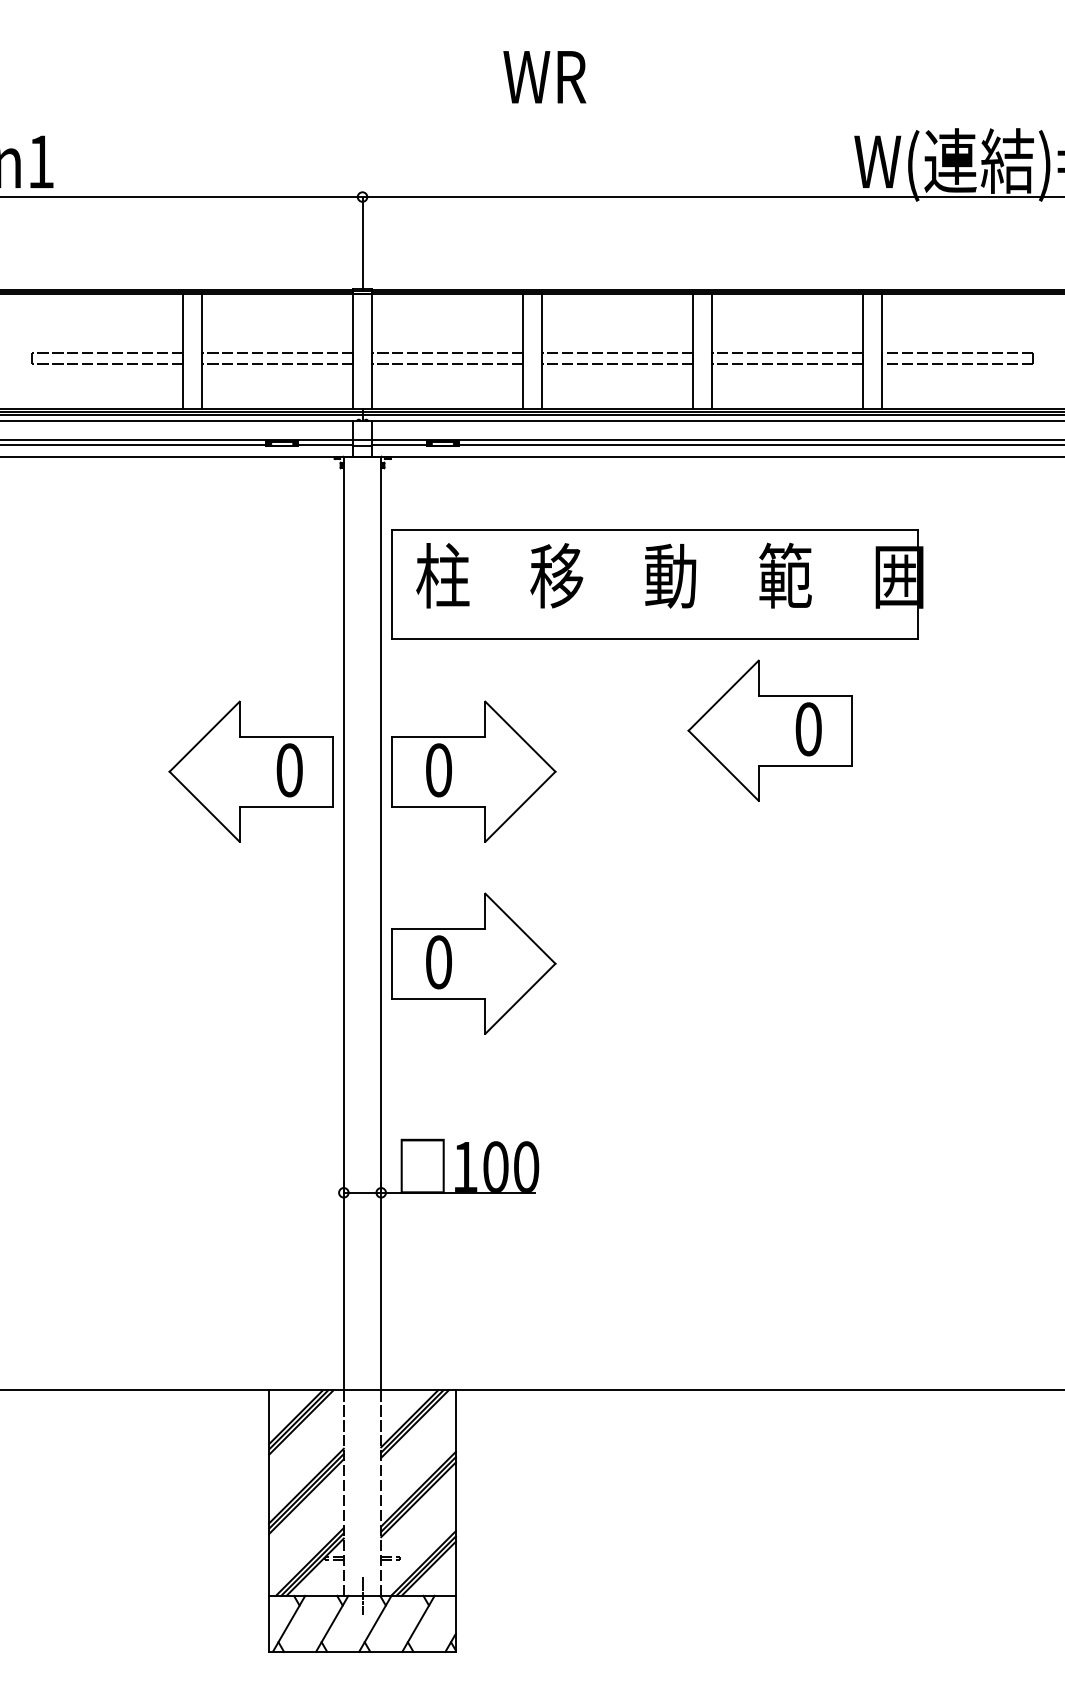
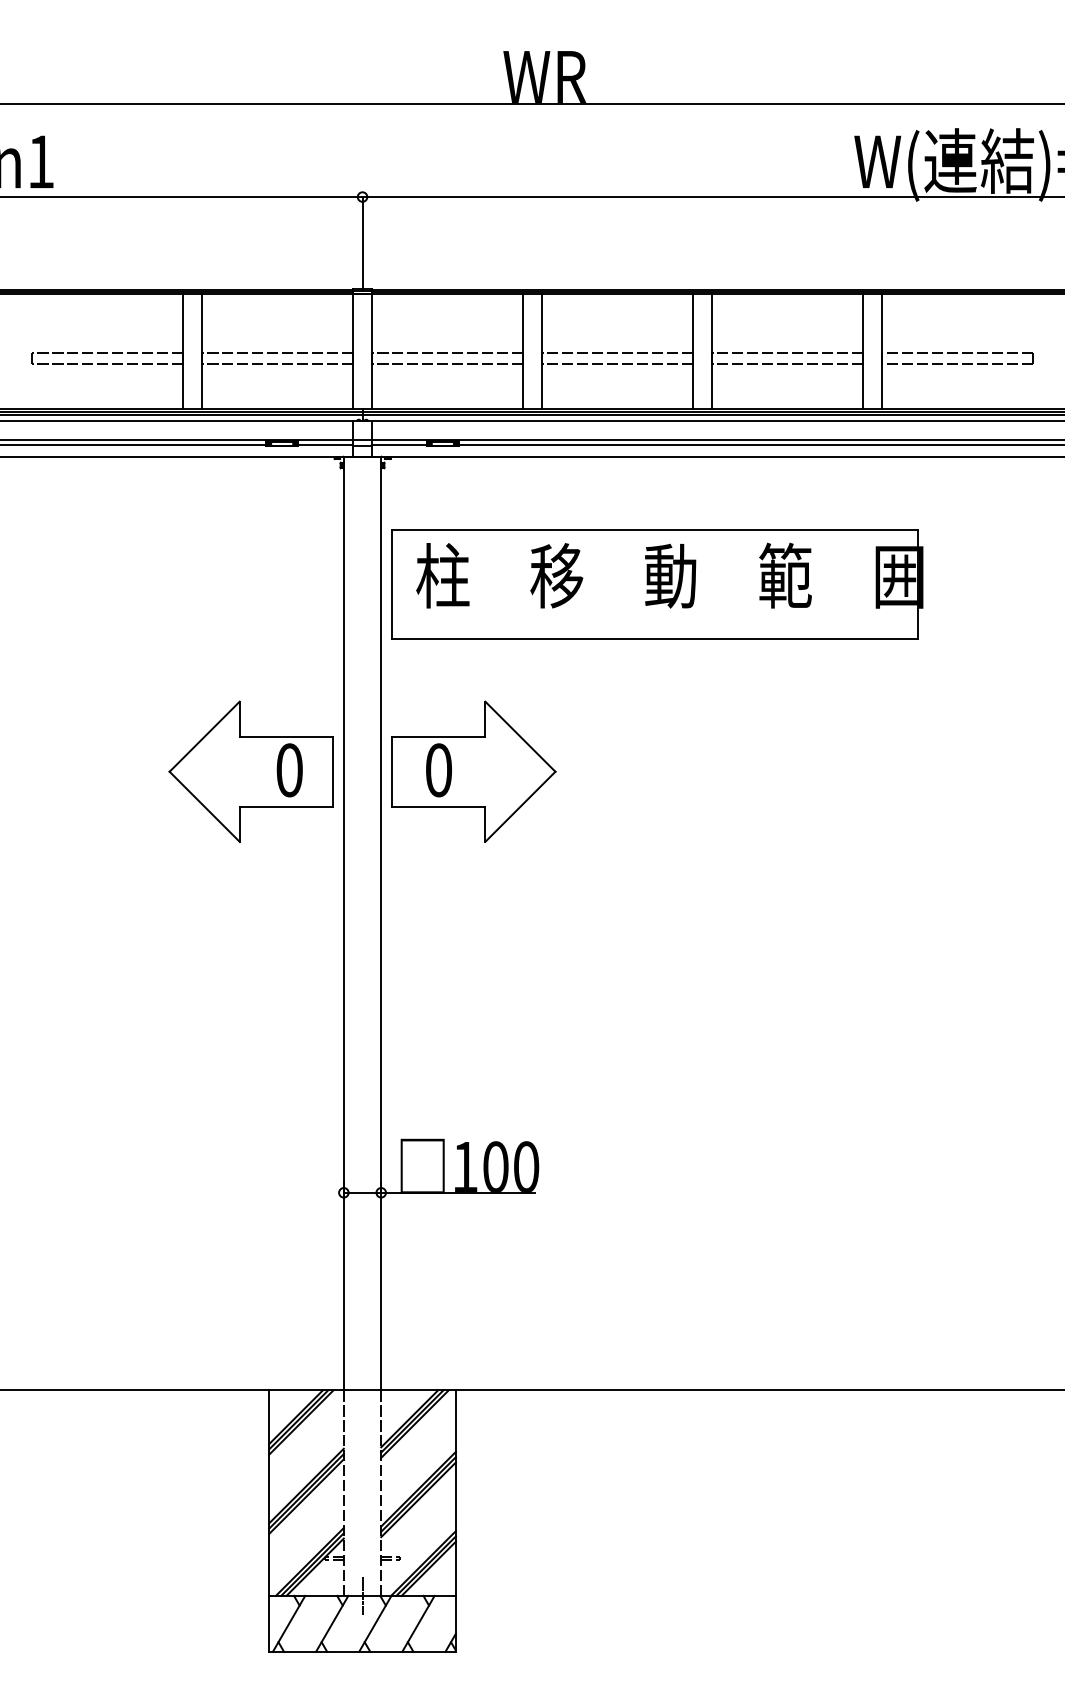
line at (531, 103): none -> present
part at (769, 730): present -> none
part at (473, 963): present -> none
